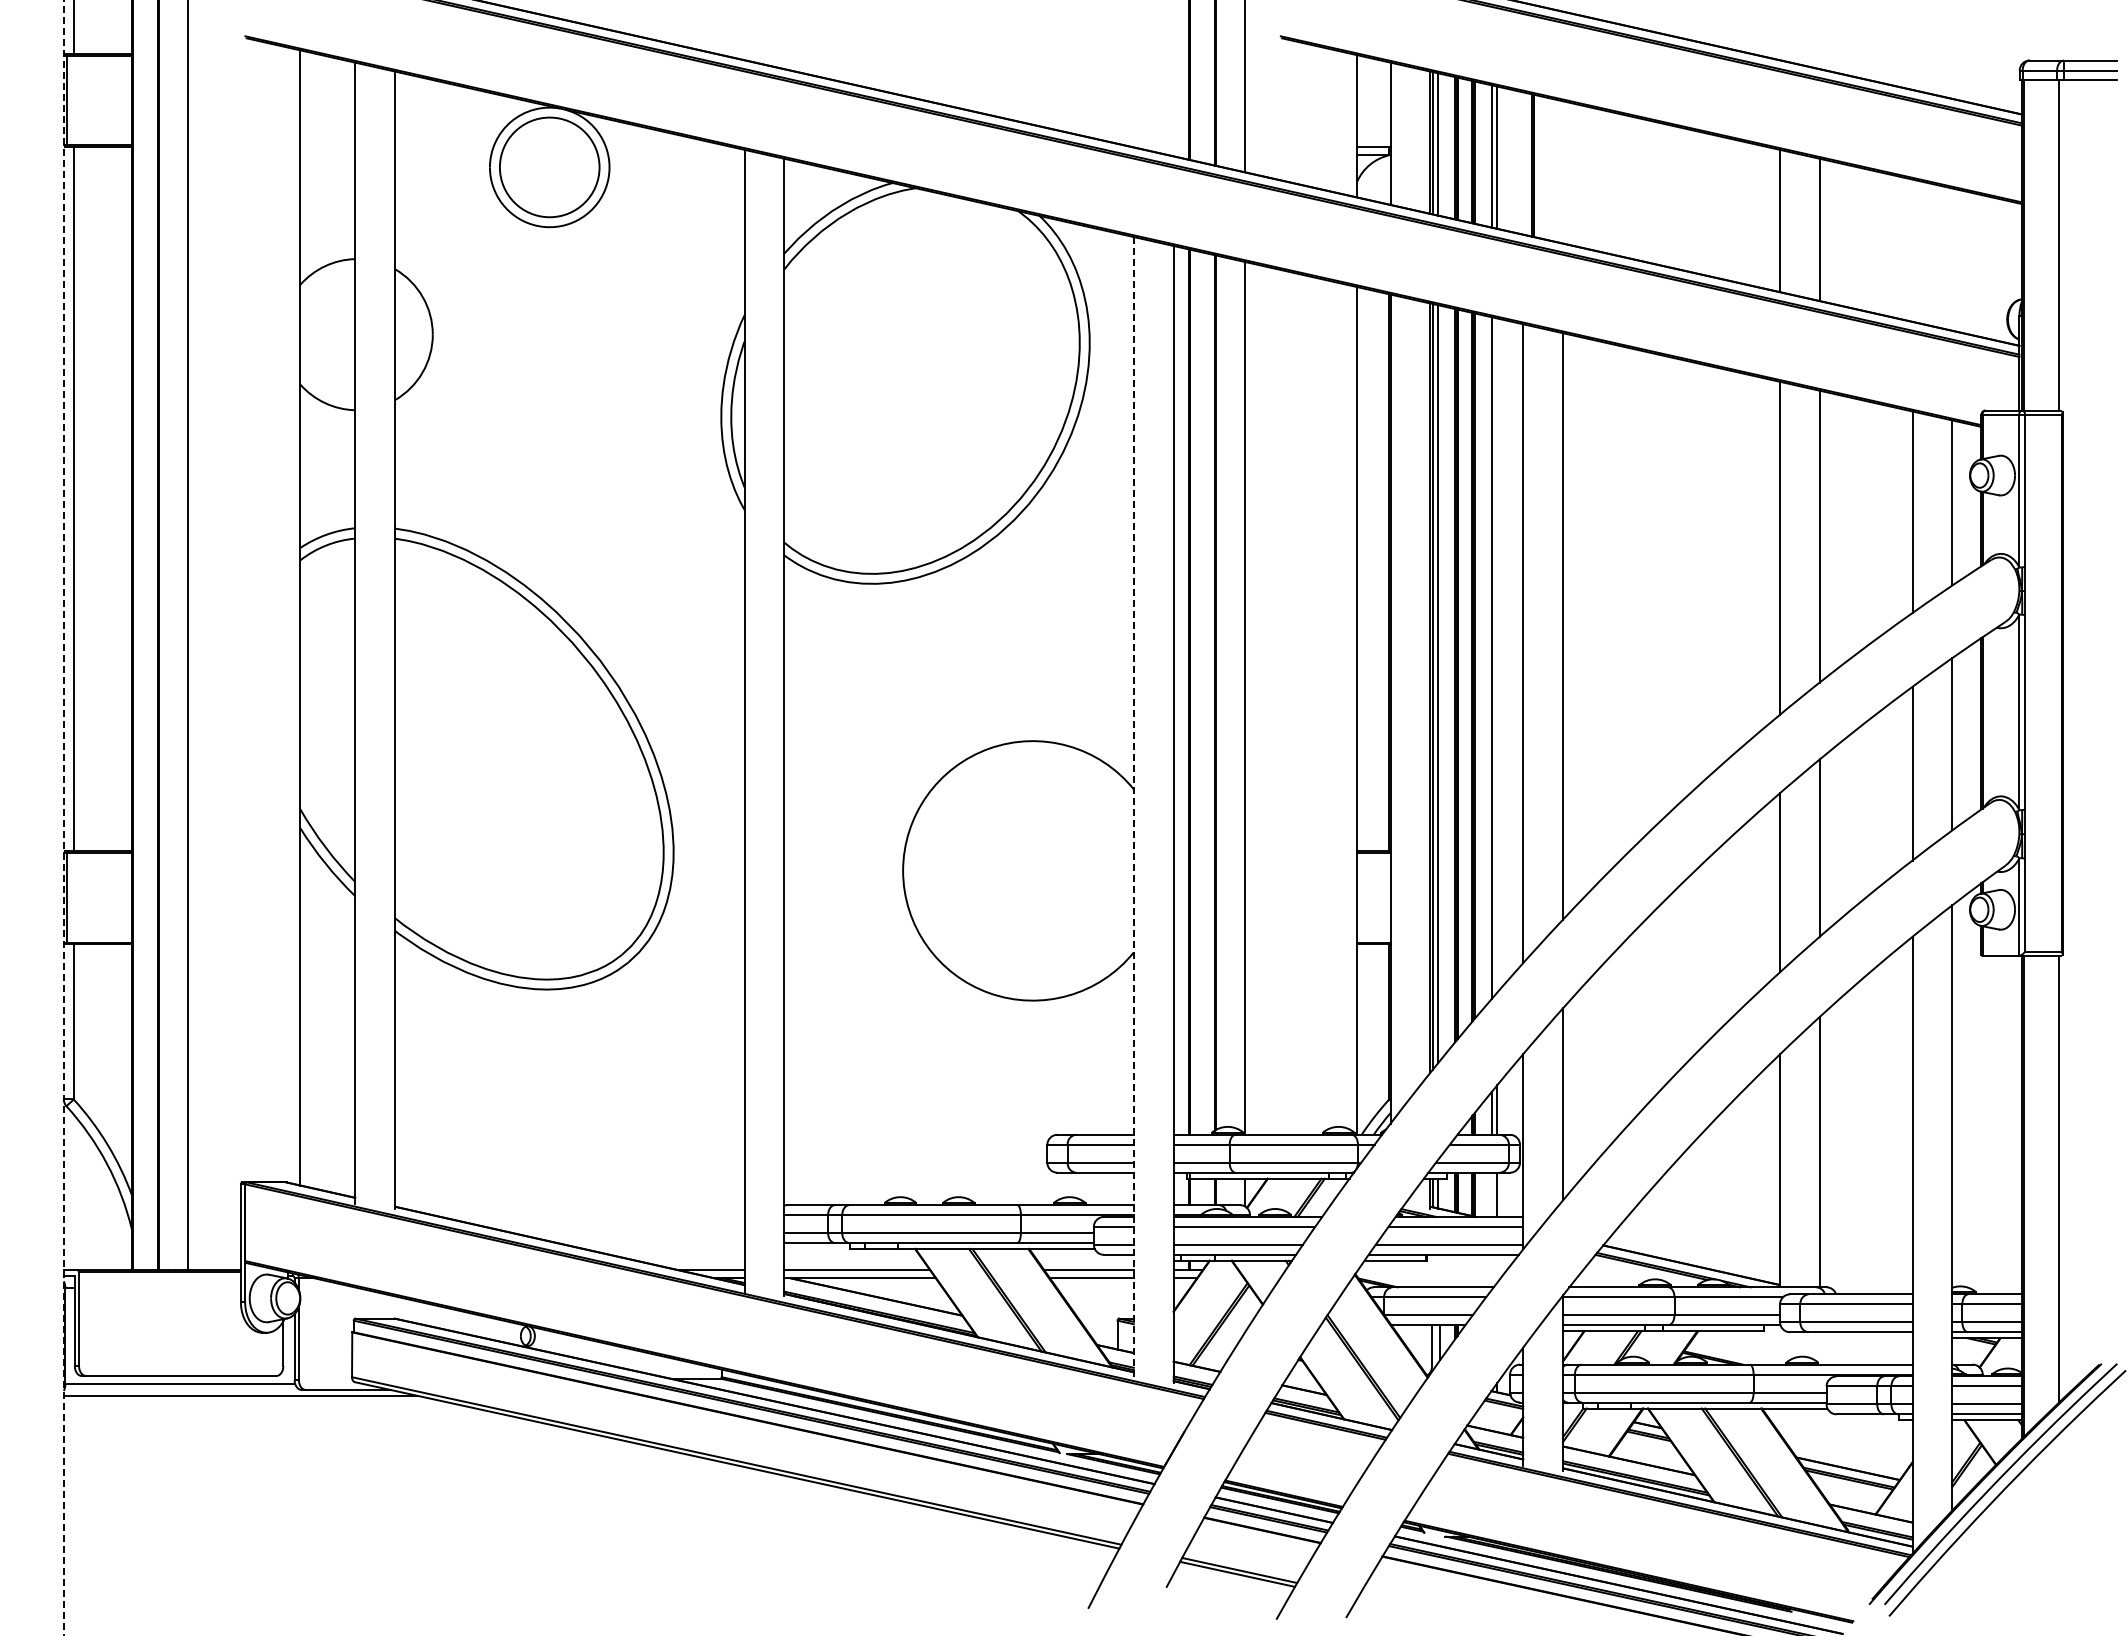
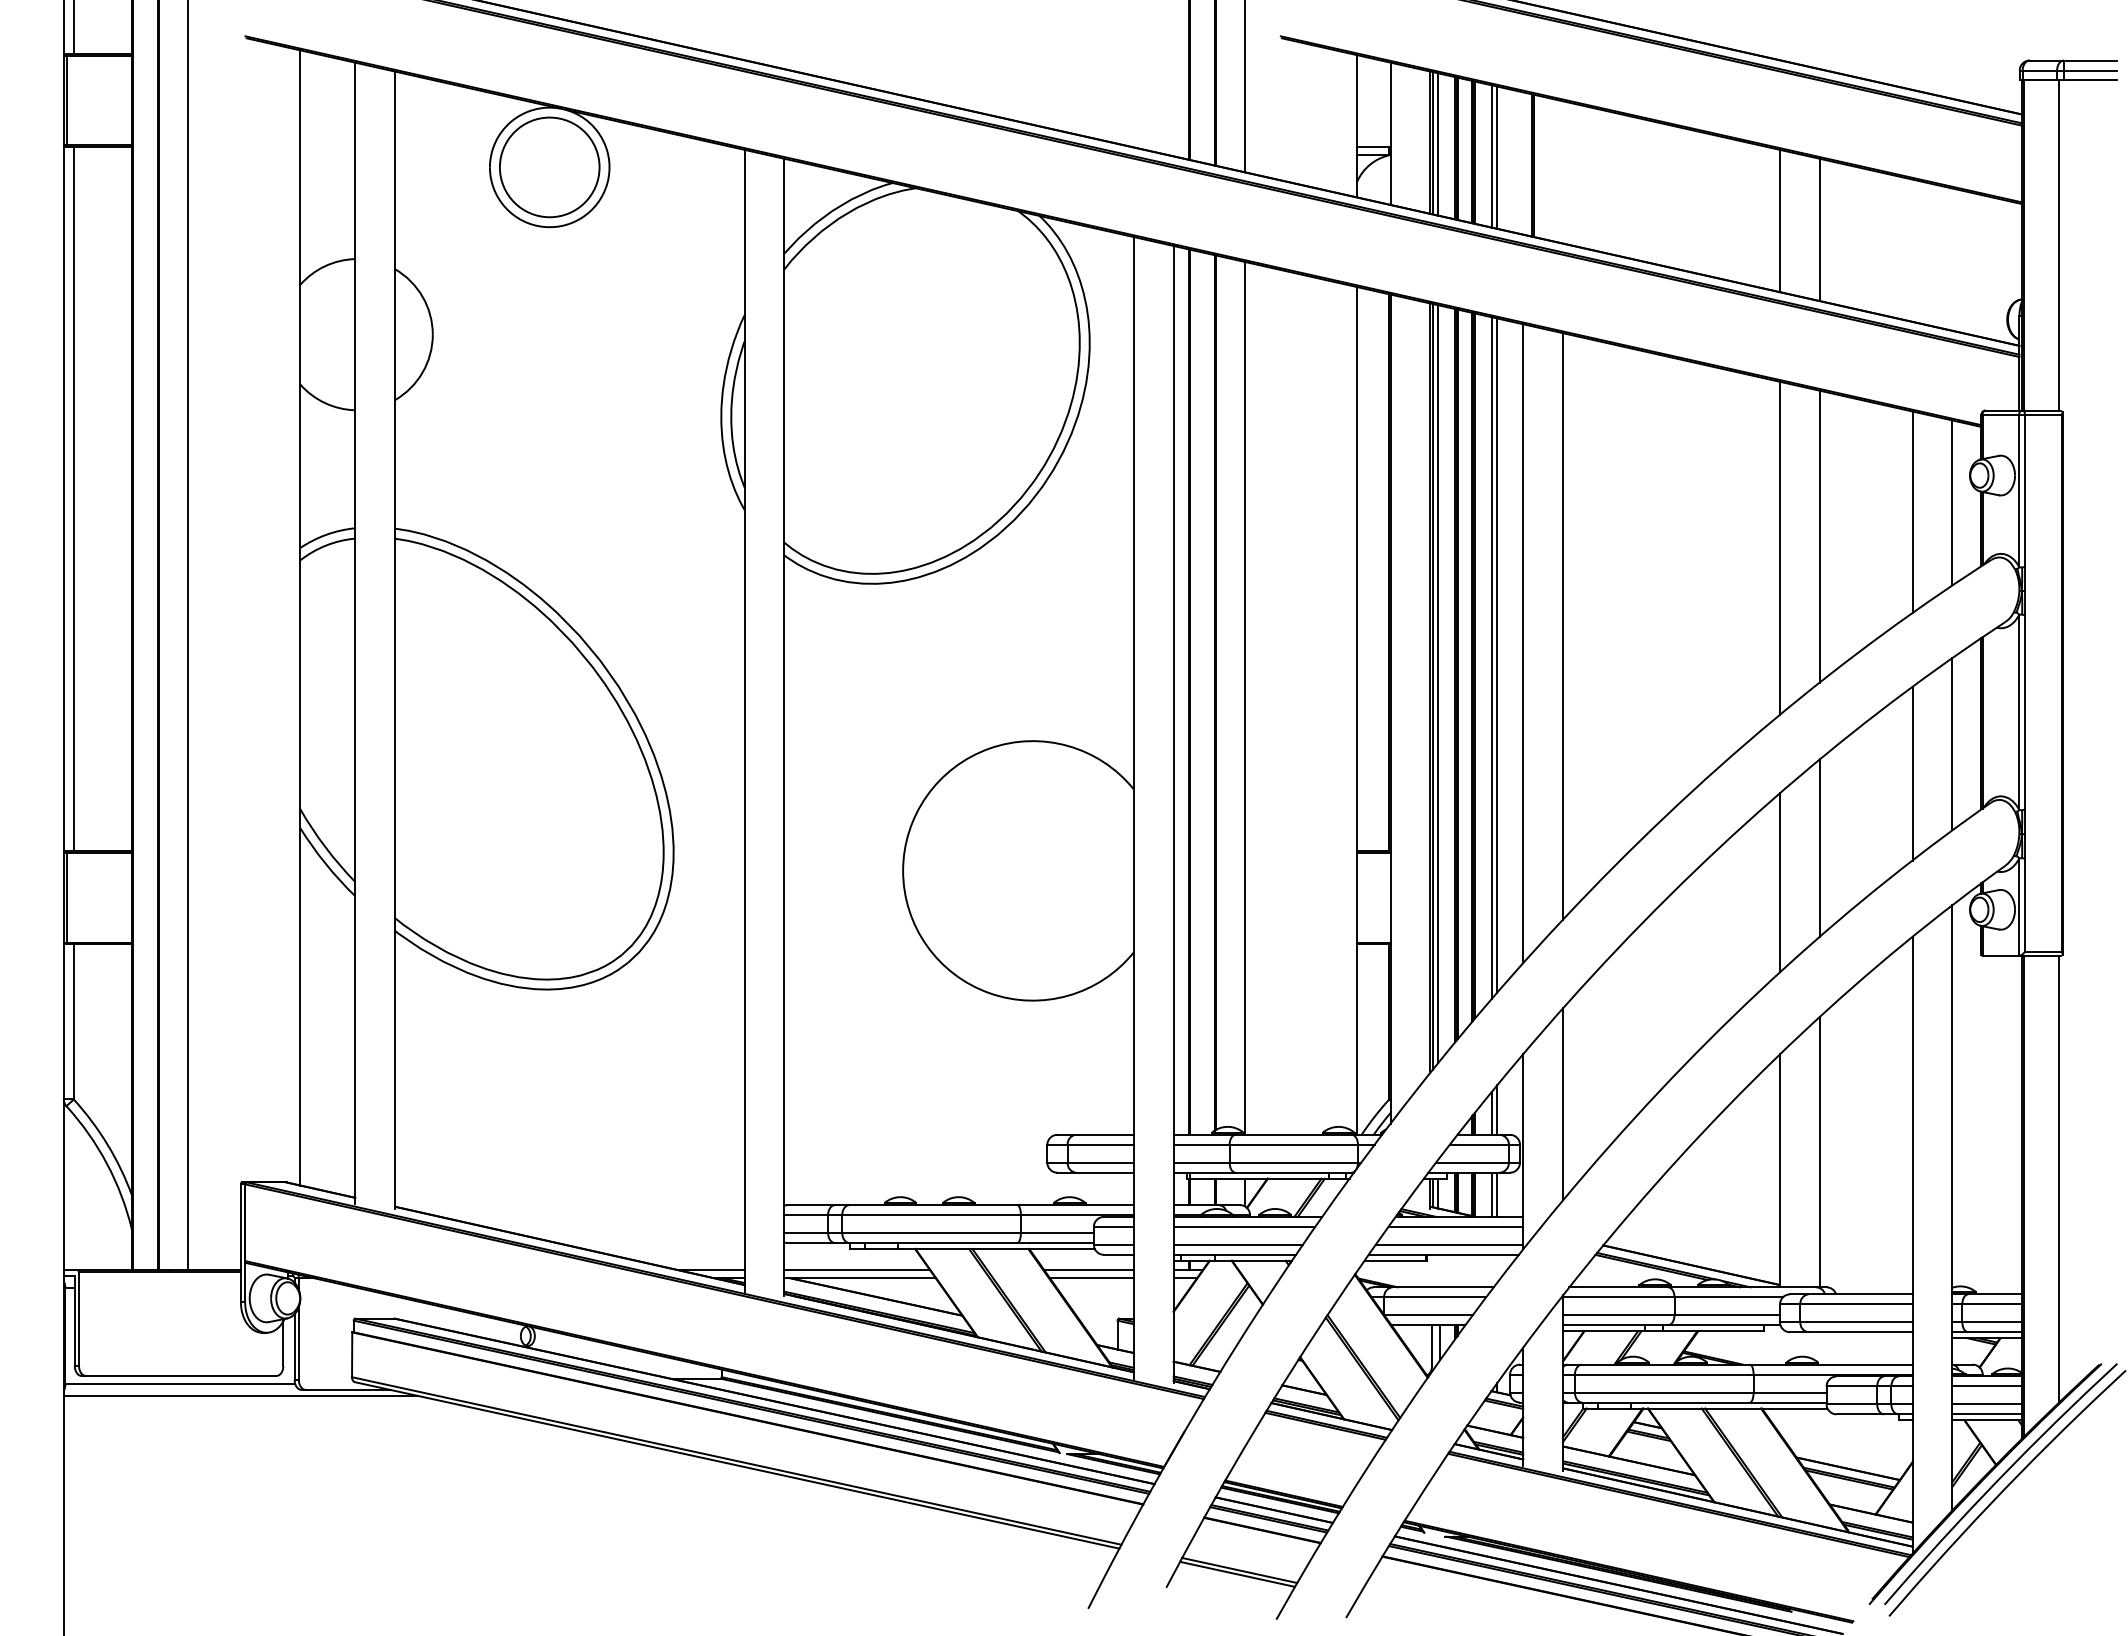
line at (1497, 655): none -> present
line at (1133, 807): dashed -> solid
line at (63, 818): dashed -> solid
line at (1491, 1194): none -> present
